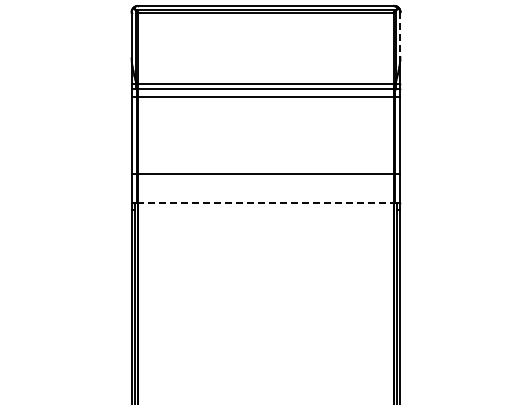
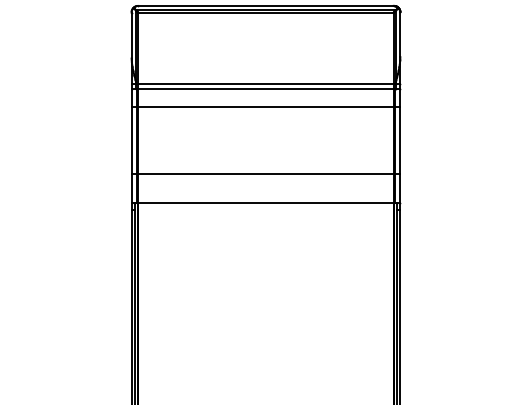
line at (400, 34): dashed -> solid
line at (265, 96) position: (265, 96) -> (265, 106)
line at (265, 202): dashed -> solid
